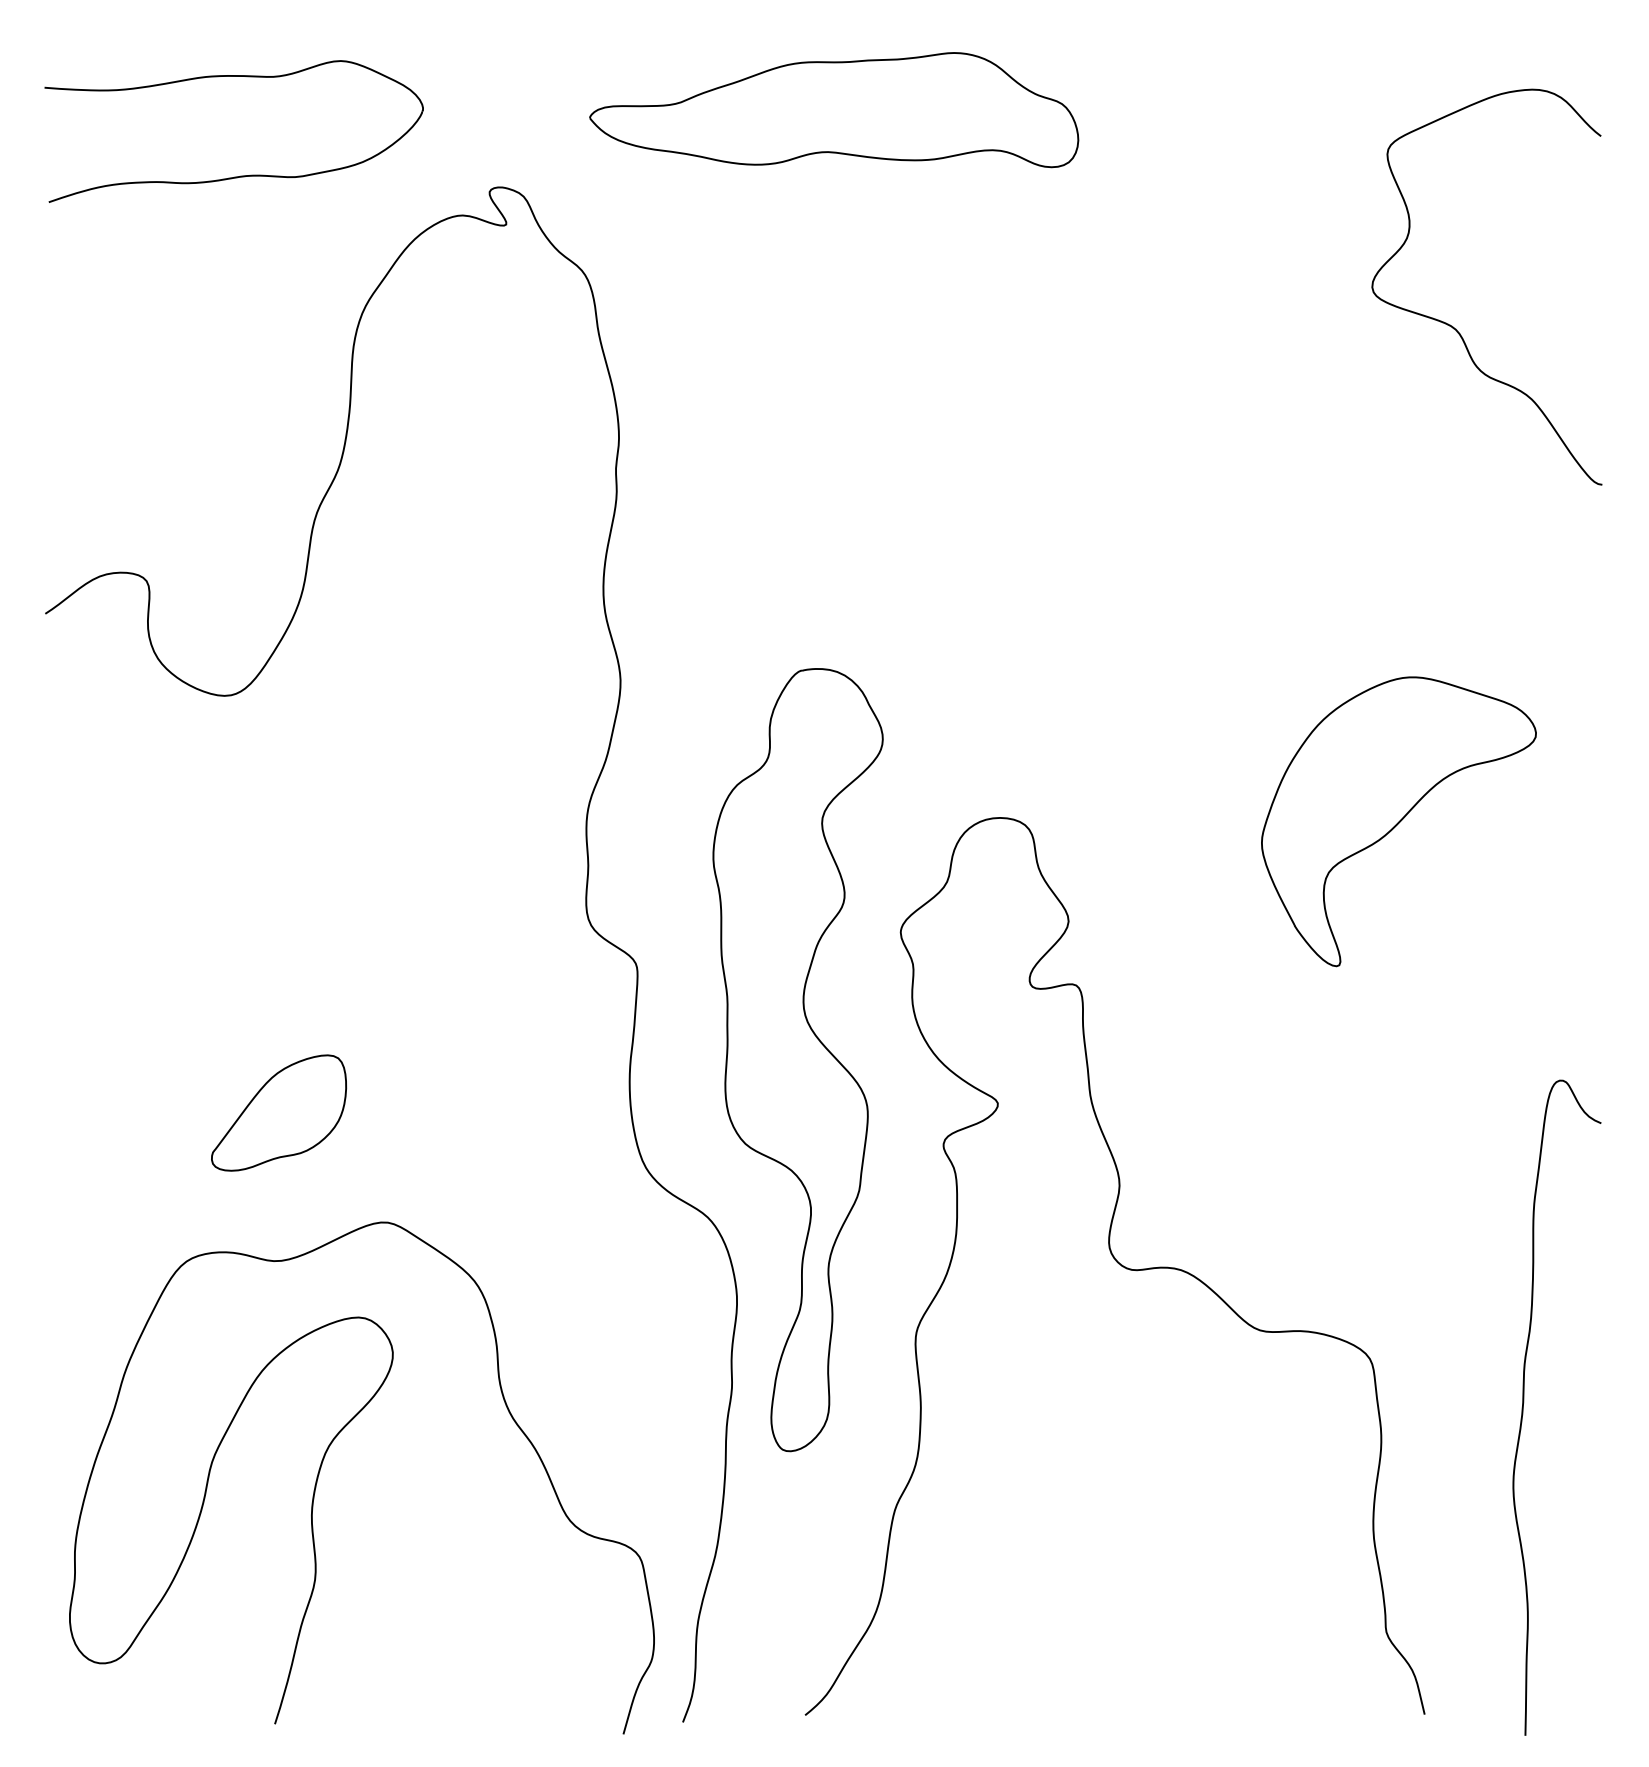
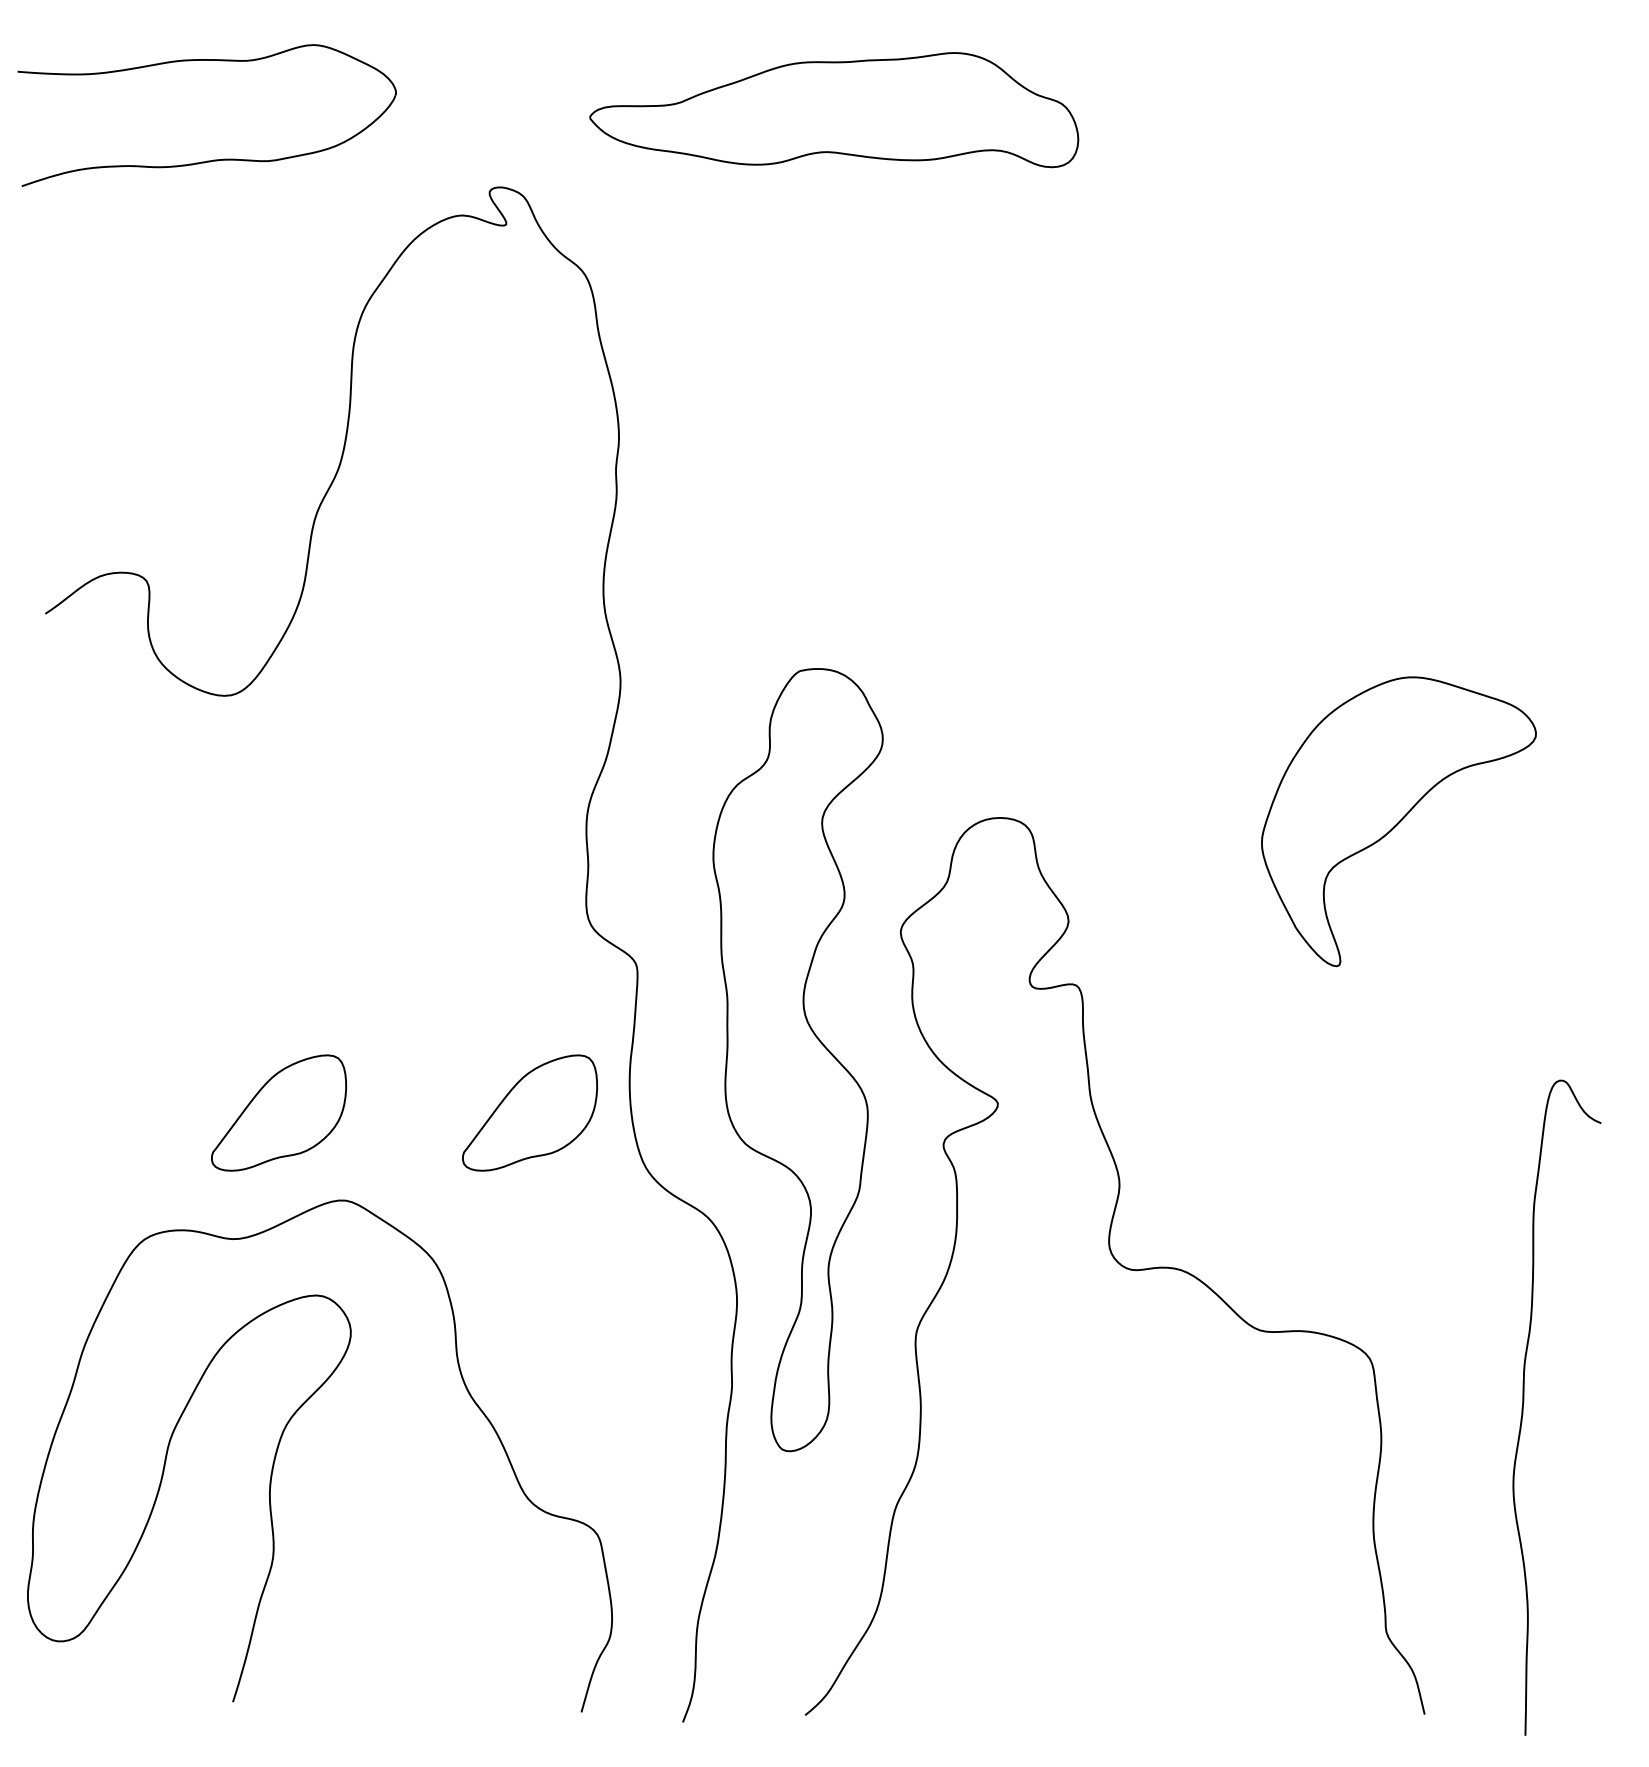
part at (240, 175) position: (240, 175) -> (213, 159)
curve at (1453, 326): present -> none
part at (530, 1112): none -> present
curve at (322, 1464) position: (322, 1464) -> (280, 1442)
